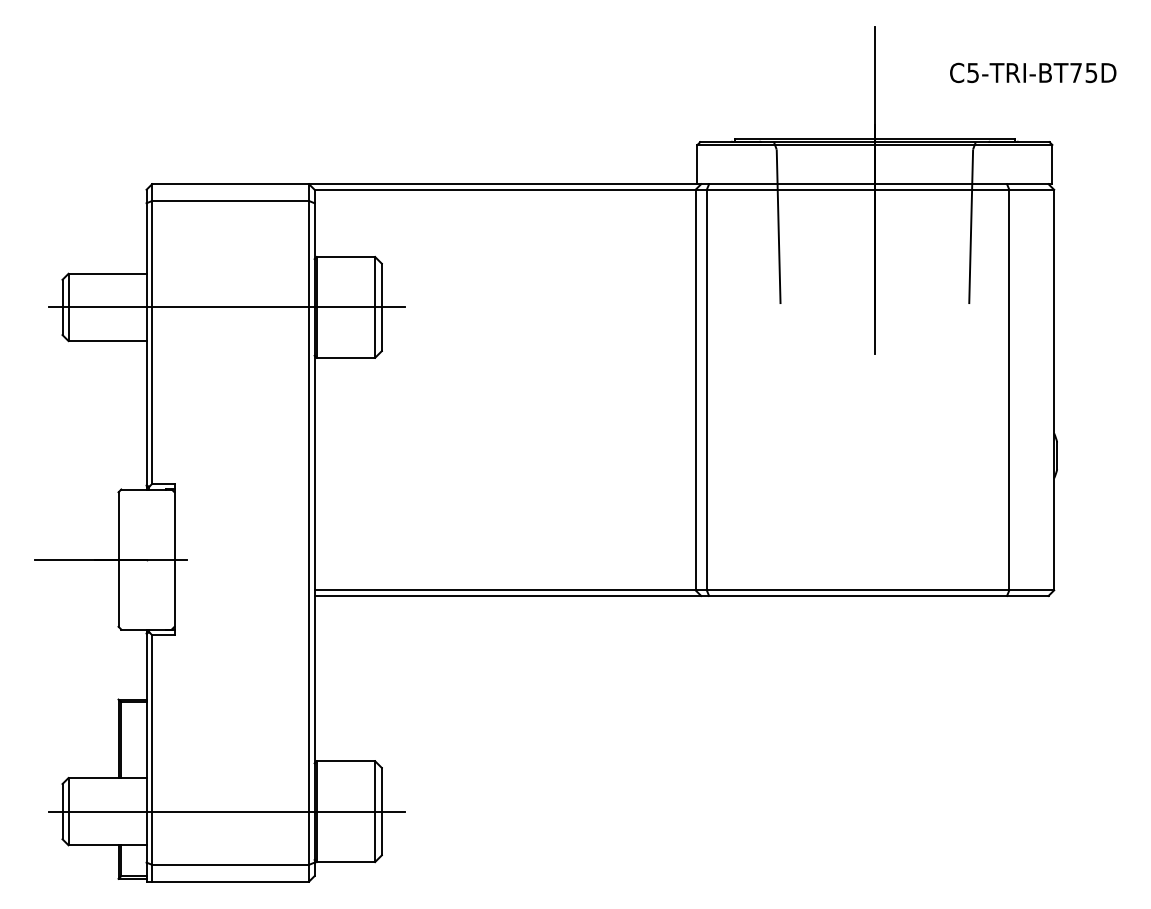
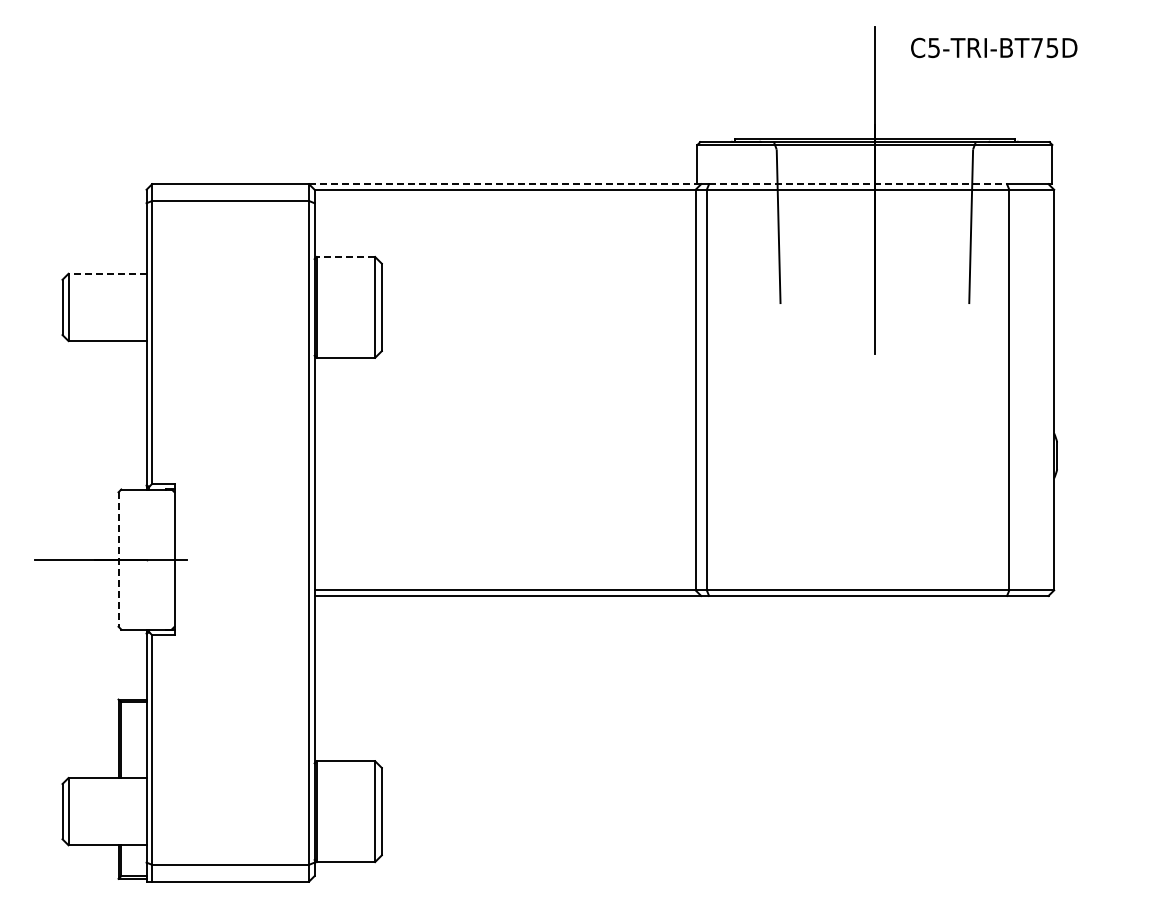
text at (1033, 72) position: (1033, 72) -> (994, 47)
line at (505, 184): solid -> dashed
line at (858, 184): solid -> dashed
line at (345, 257): solid -> dashed
line at (107, 273): solid -> dashed
line at (226, 307): present -> none
line at (118, 560): solid -> dashed
line at (226, 811): present -> none
